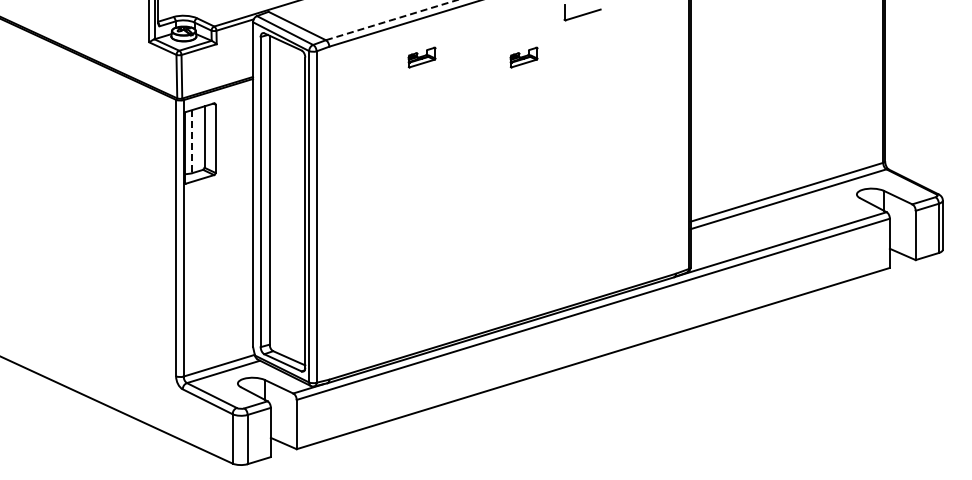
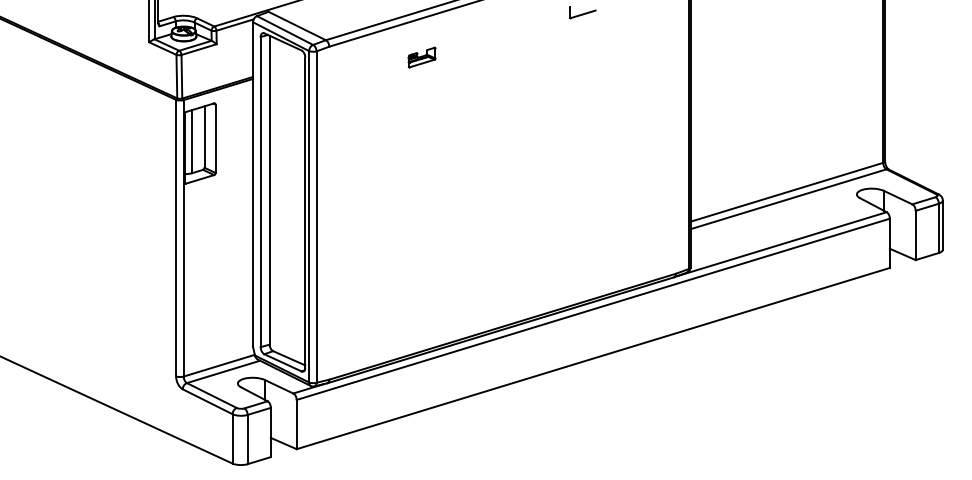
part at (582, 12) size: 39x18 px -> 28x14 px
line at (391, 20): dashed -> solid
part at (523, 57): present -> none
line at (192, 141): dashed -> solid
